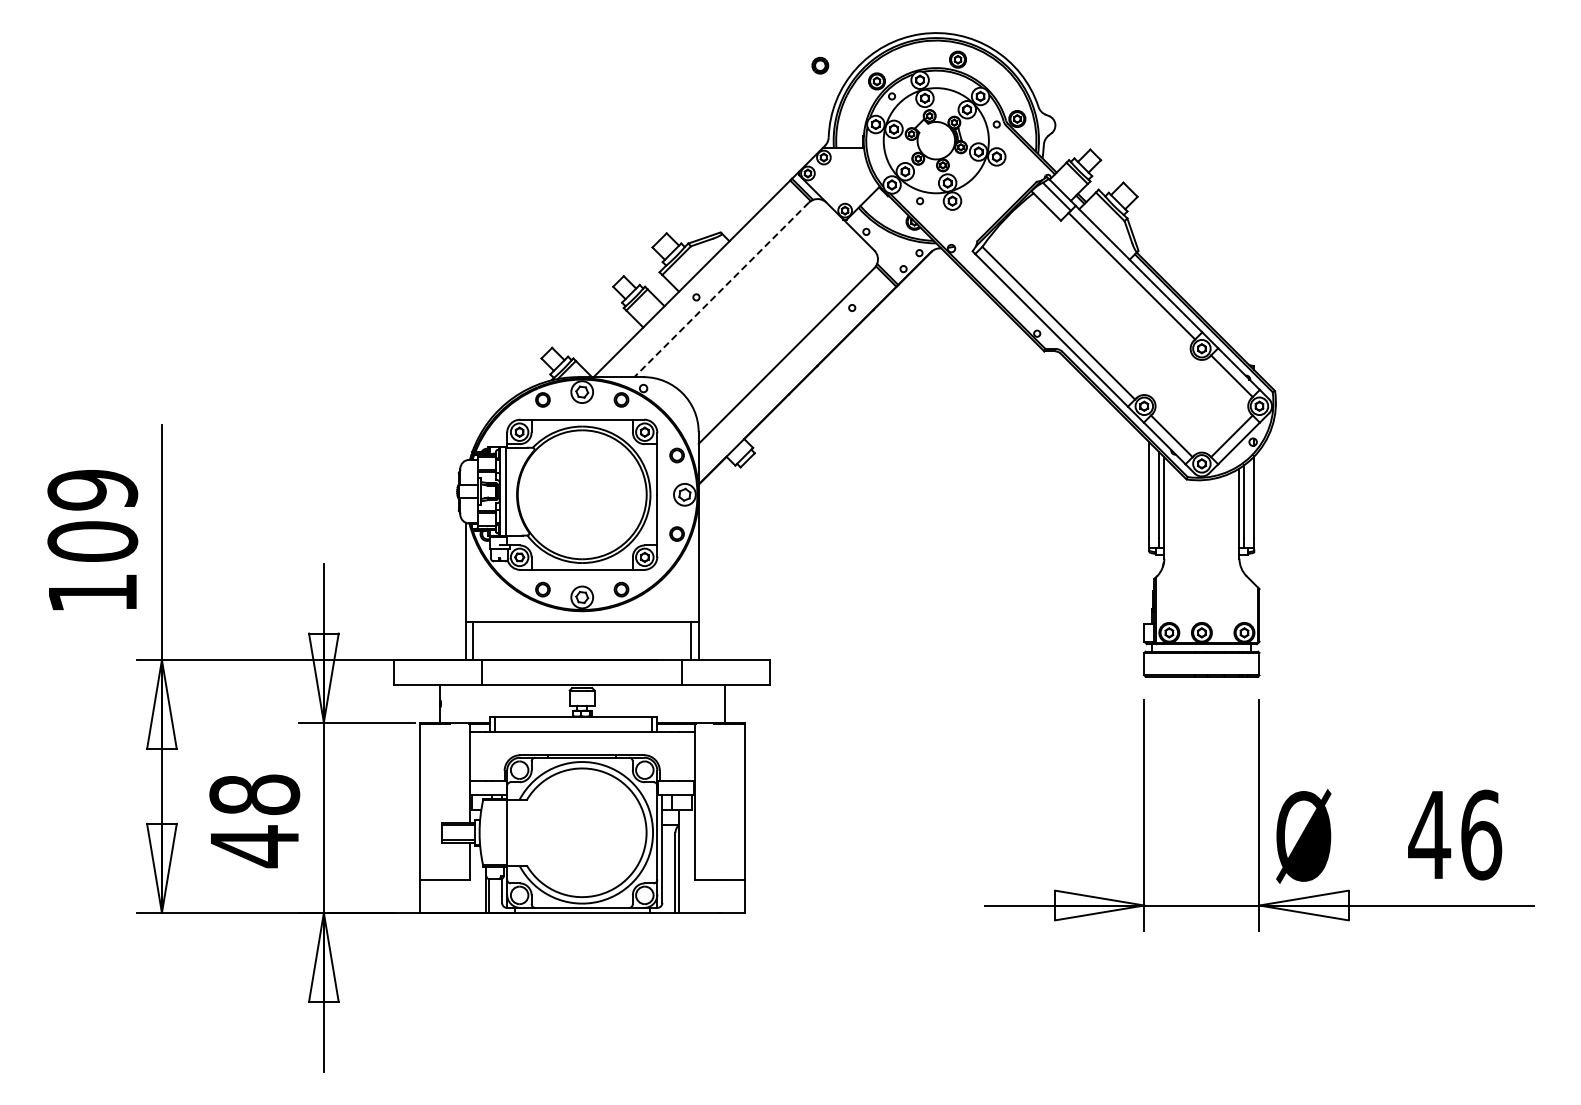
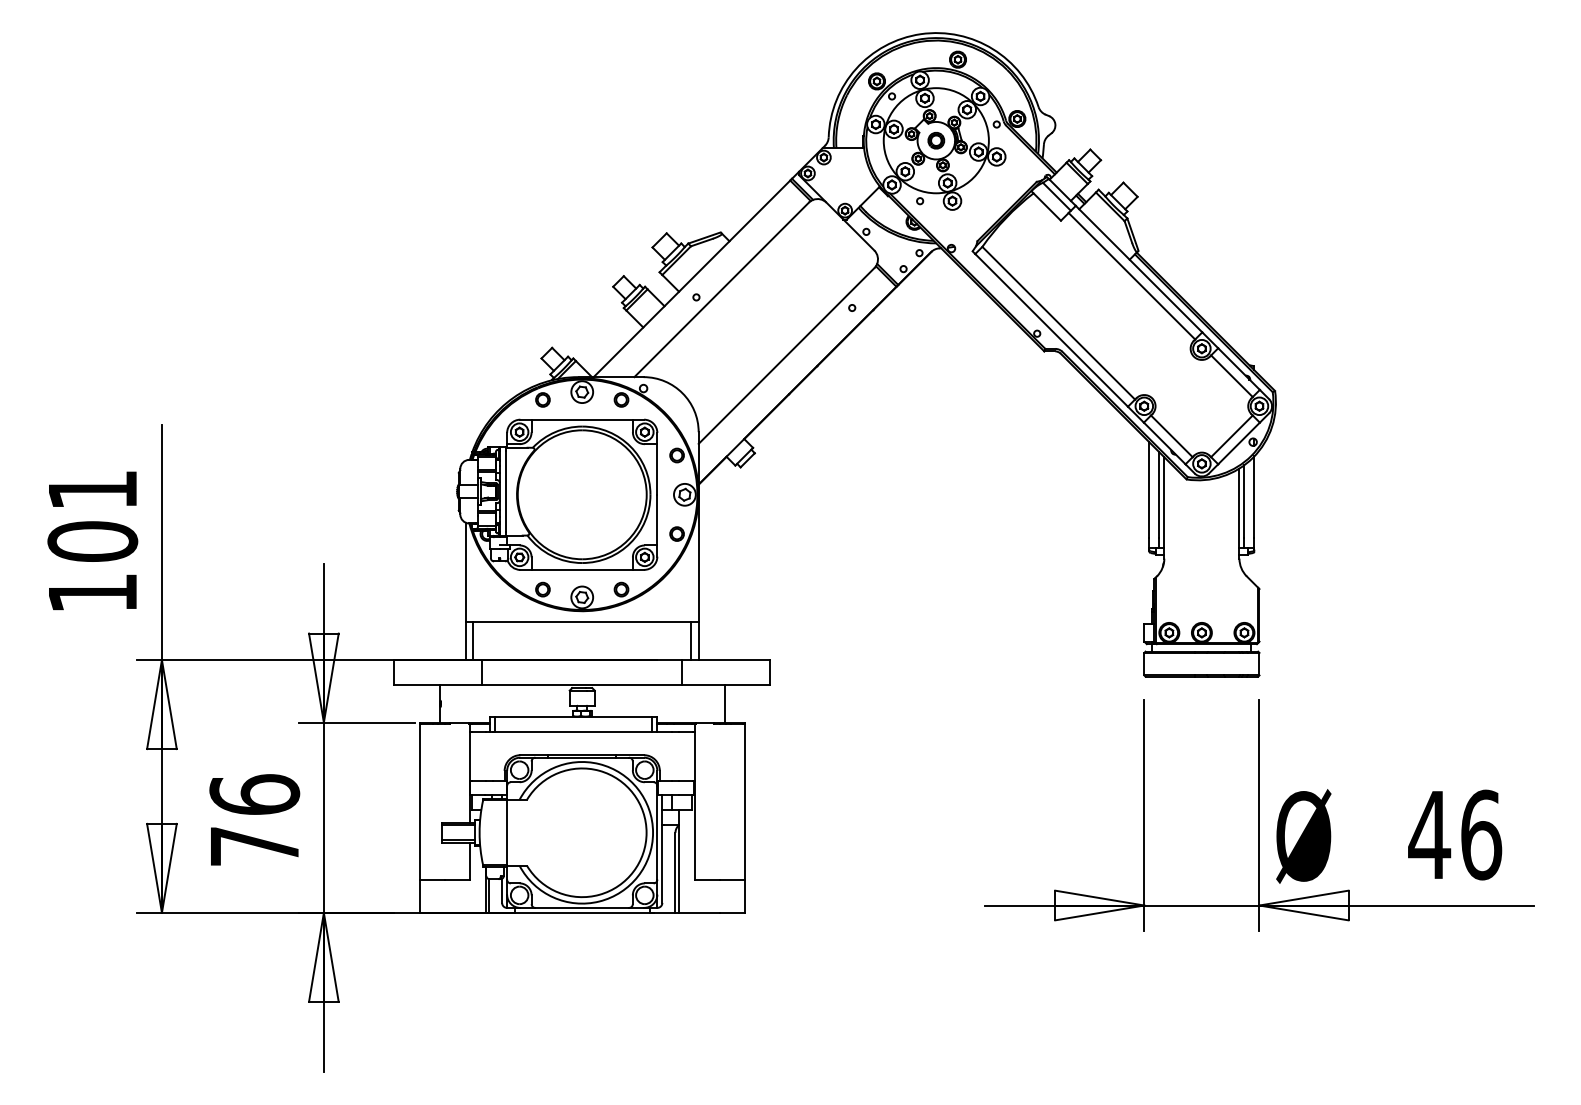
part at (820, 65) position: (820, 65) -> (936, 140)
line at (721, 290): dashed -> solid
text at (92, 490): 109 -> 101
text at (254, 821): 48 -> 76
